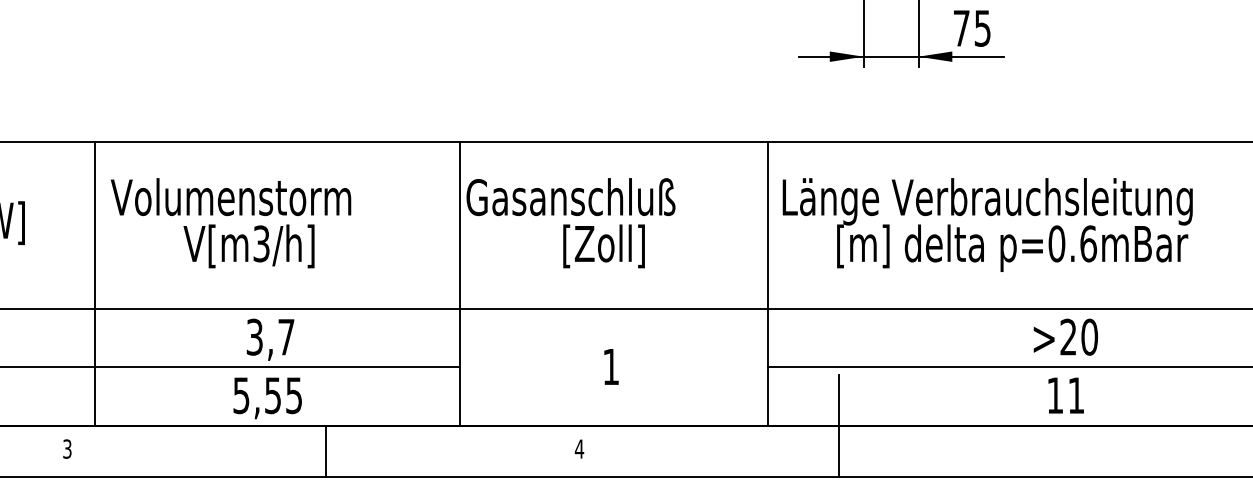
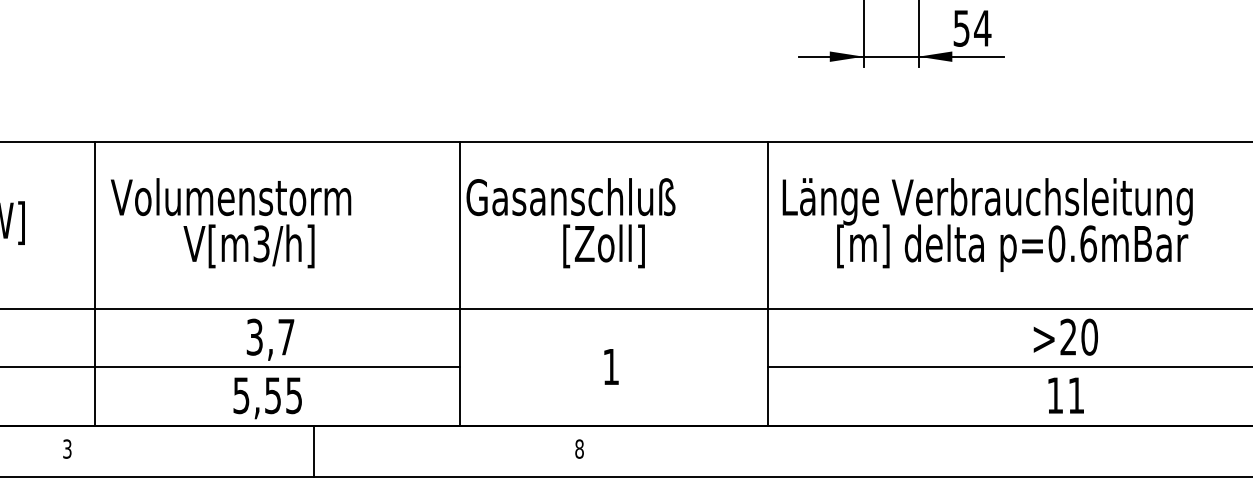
text at (972, 28): 75 -> 54
line at (838, 425): present -> none
text at (579, 448): 4 -> 8
line at (326, 451) position: (326, 451) -> (314, 451)
